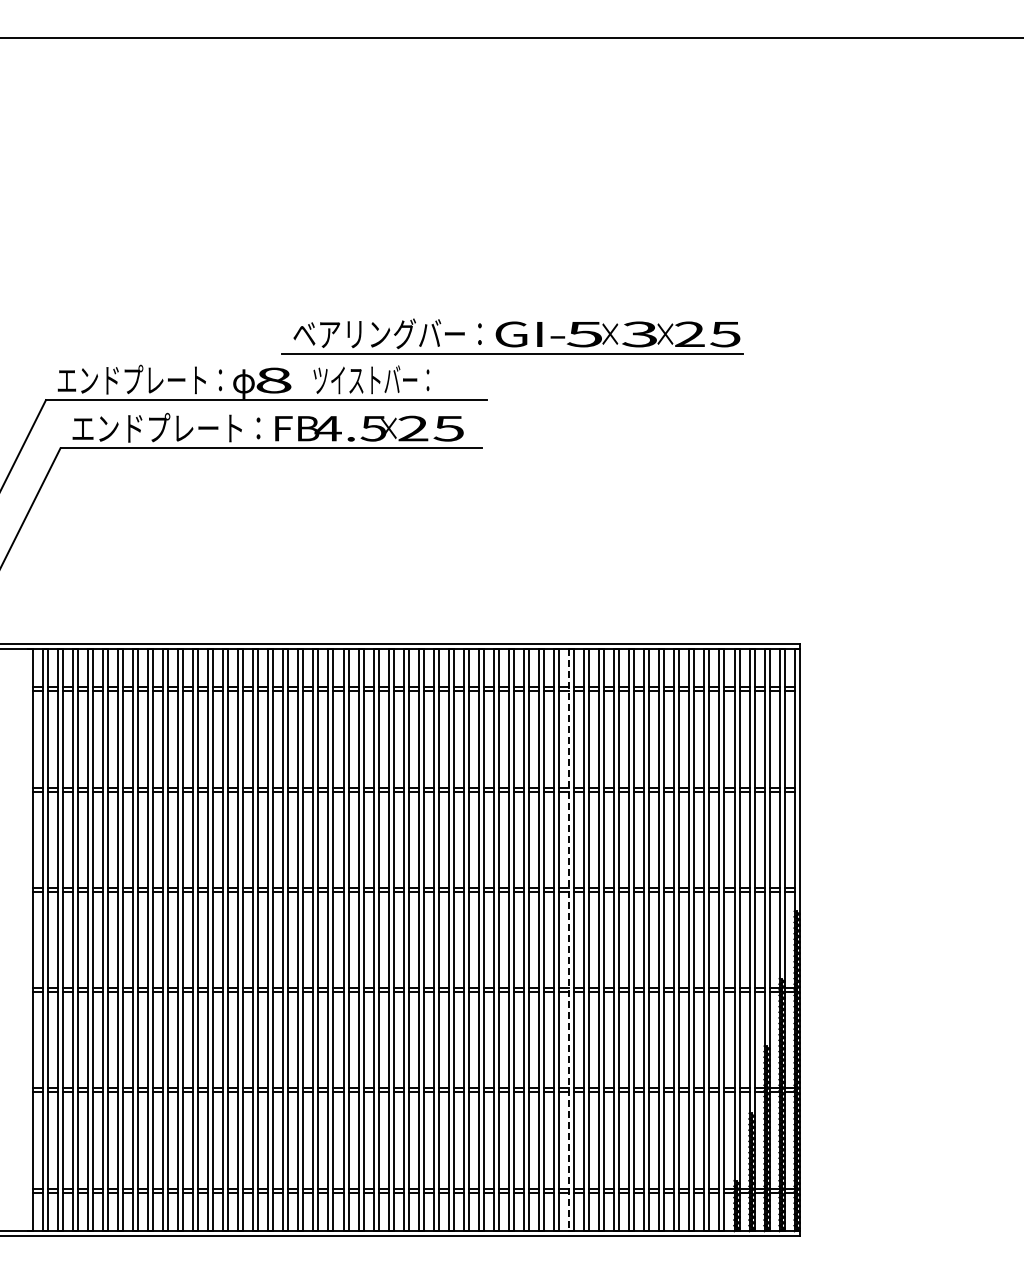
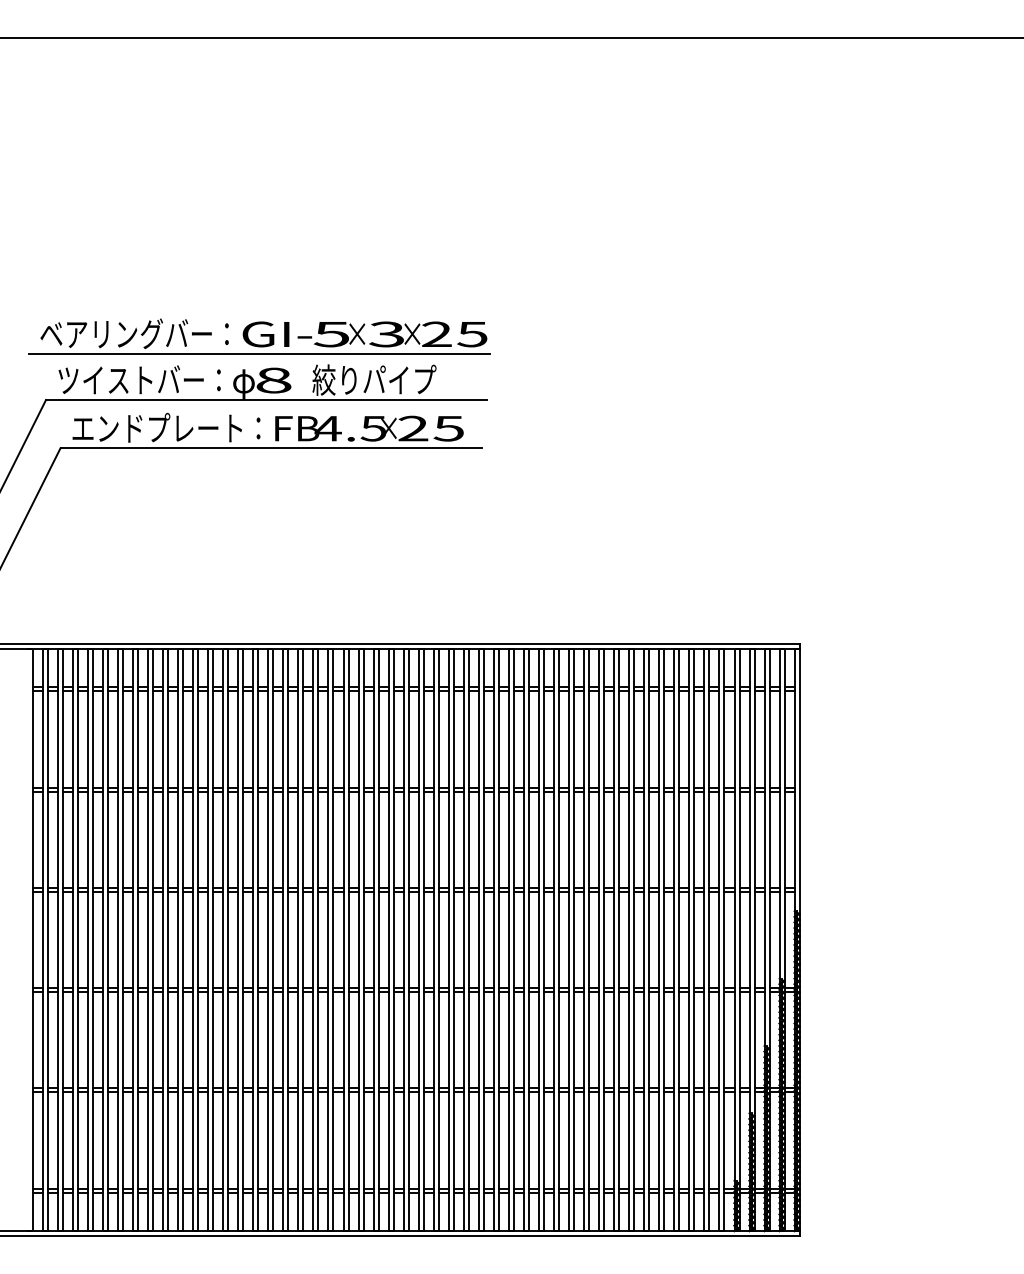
part at (512, 336) position: (512, 336) -> (259, 336)
text at (139, 379): エンドプレート： -> ツイストバー：
text at (374, 379): ツイストバー： -> 絞りパイプ
line at (569, 940): dashed -> solid
